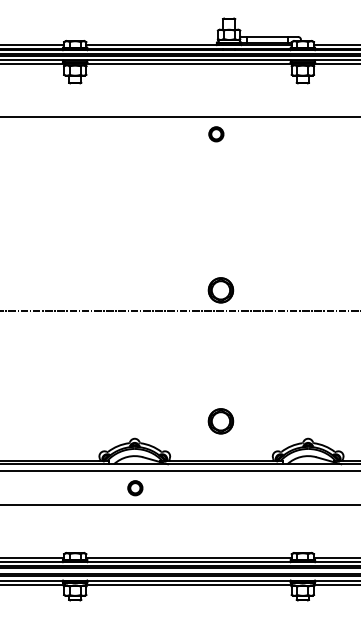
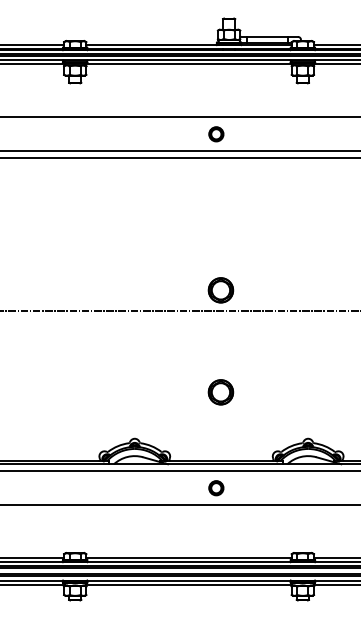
line at (179, 151): none -> present
line at (179, 158): none -> present
part at (220, 421) position: (220, 421) -> (220, 392)
part at (135, 488) position: (135, 488) -> (216, 488)
